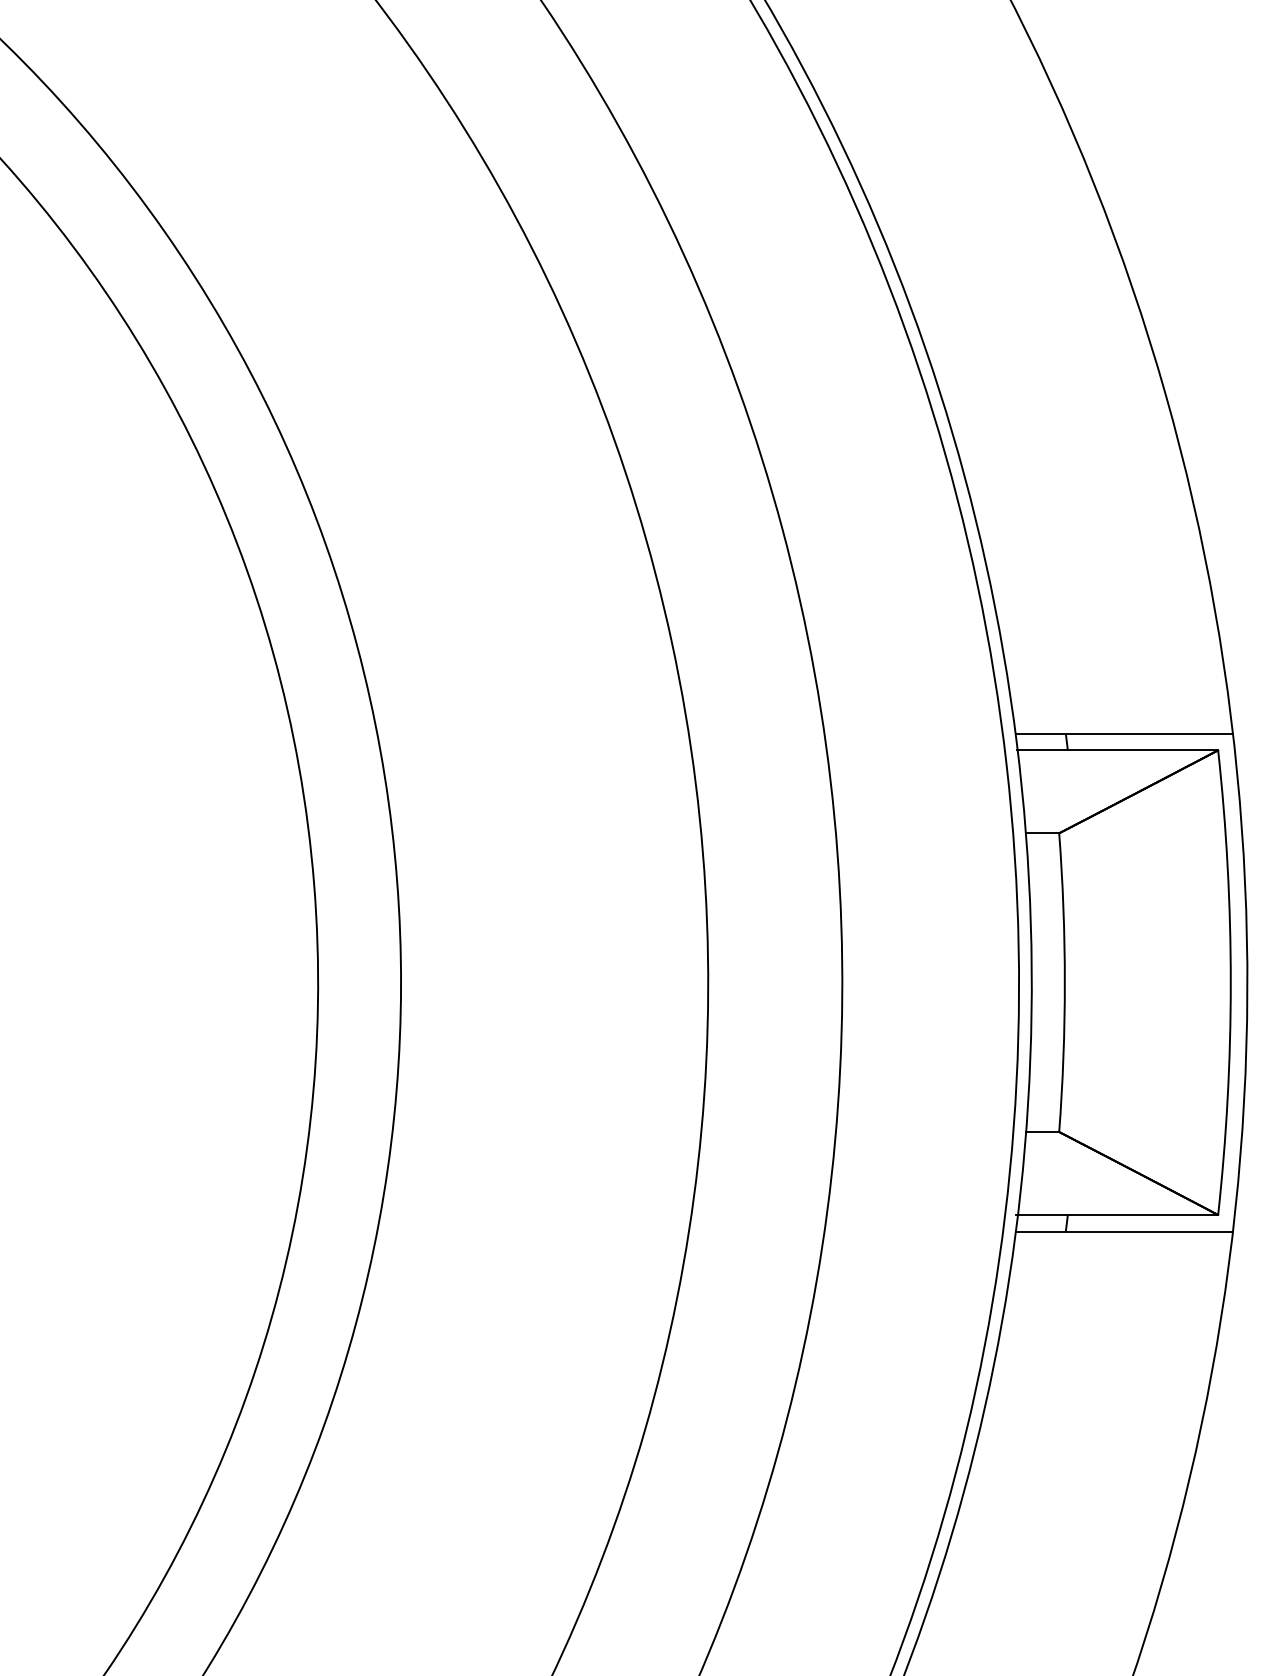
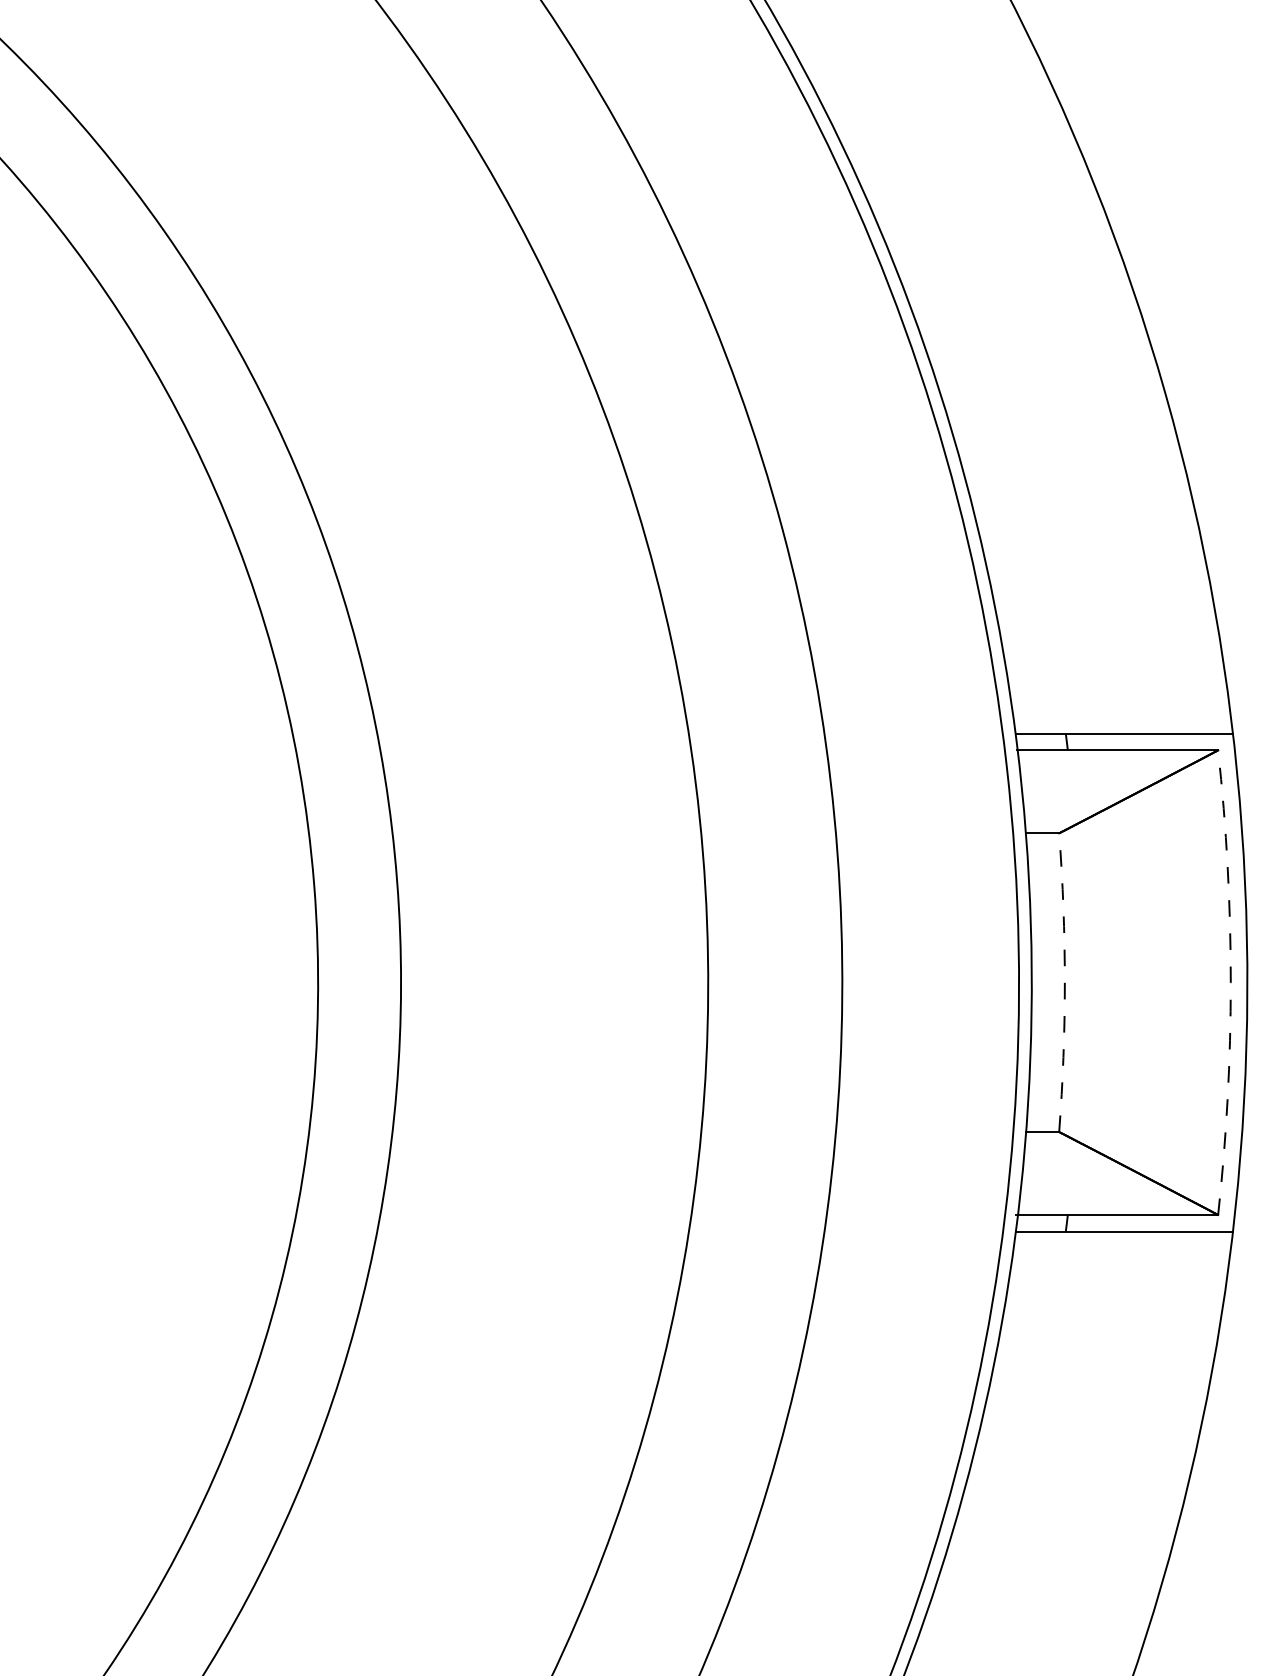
arc at (1064, 982): solid -> dashed
arc at (1230, 982): solid -> dashed
